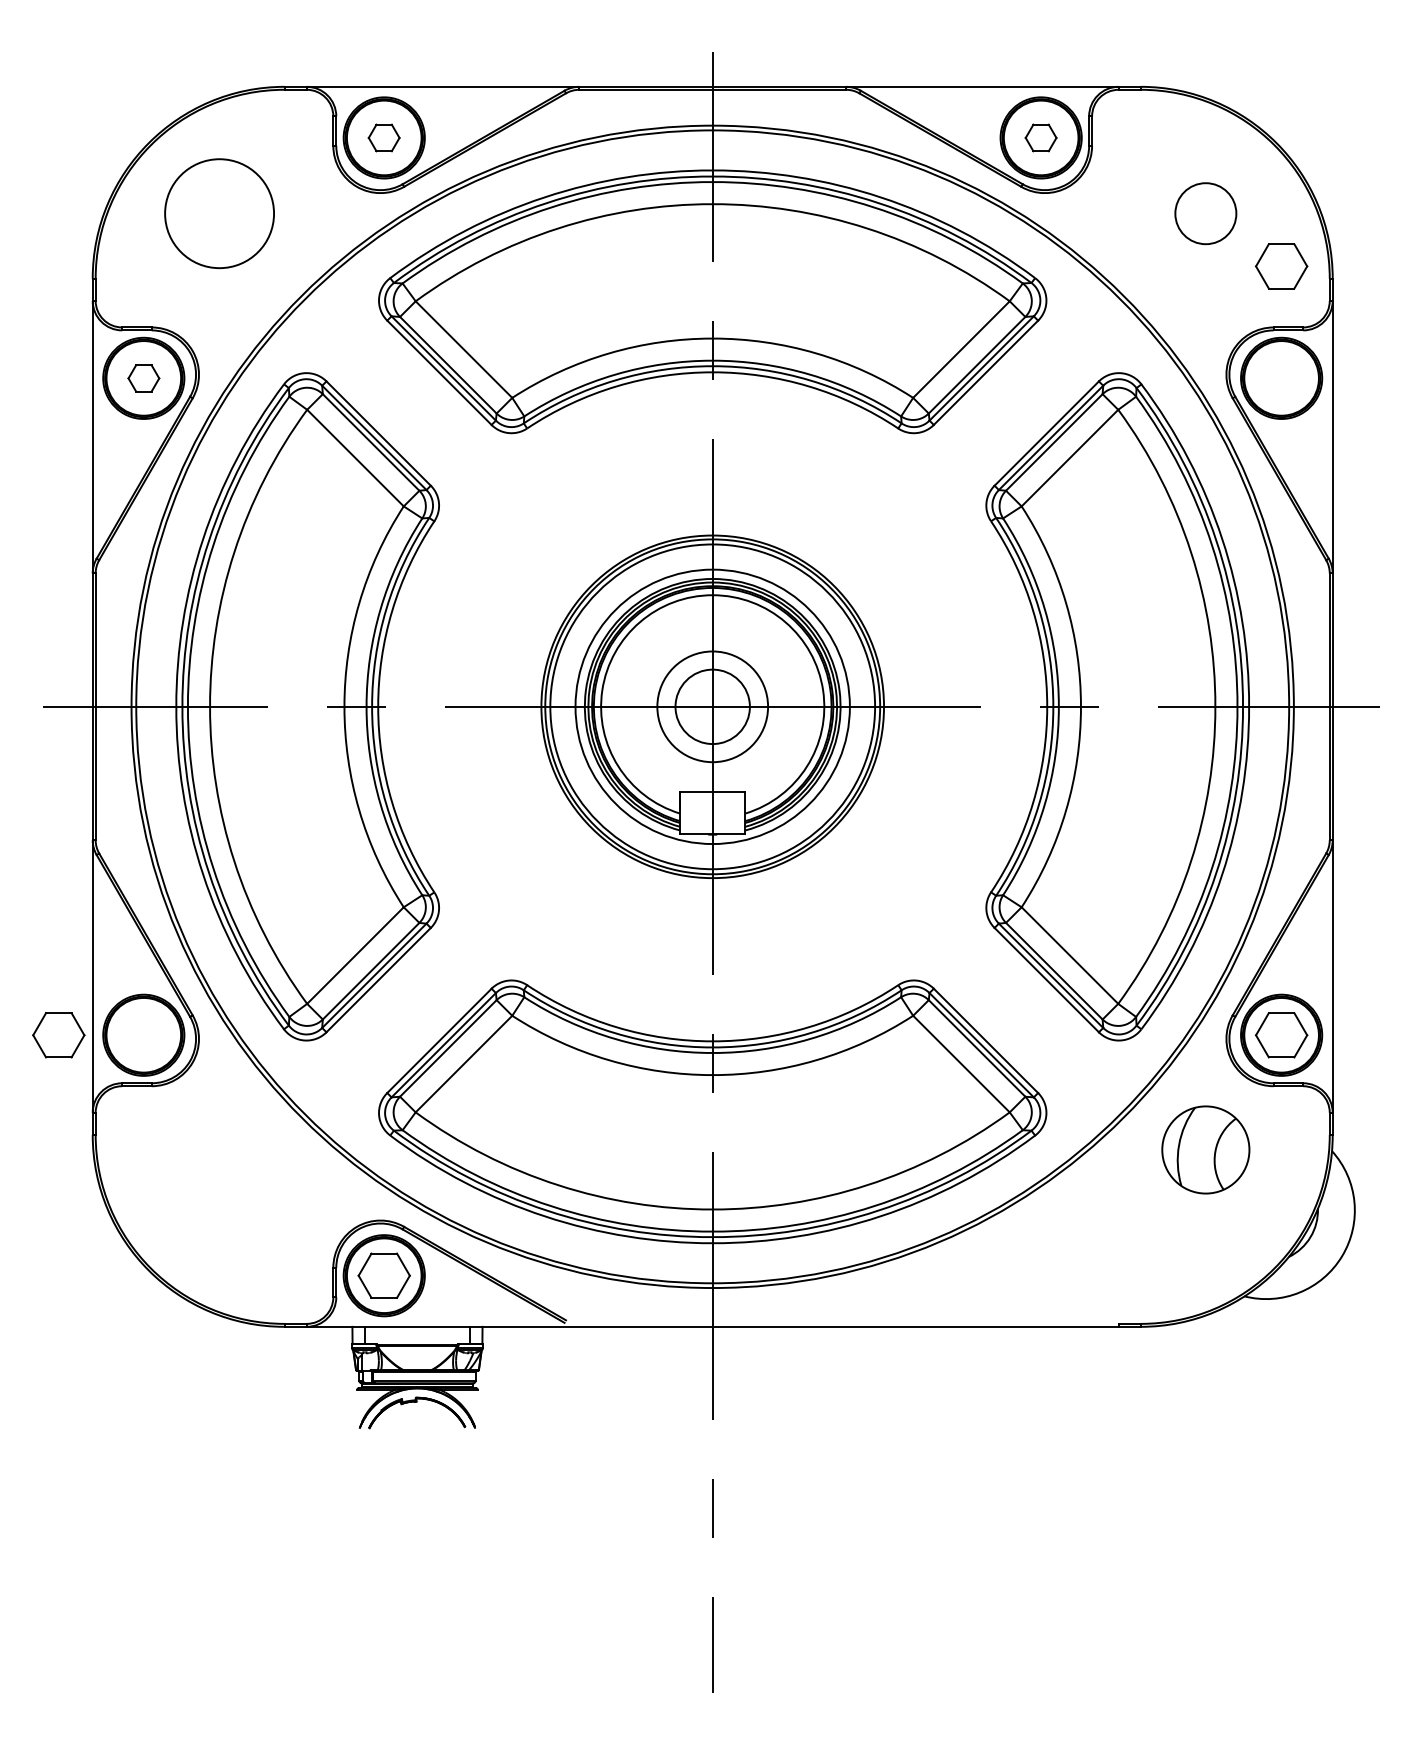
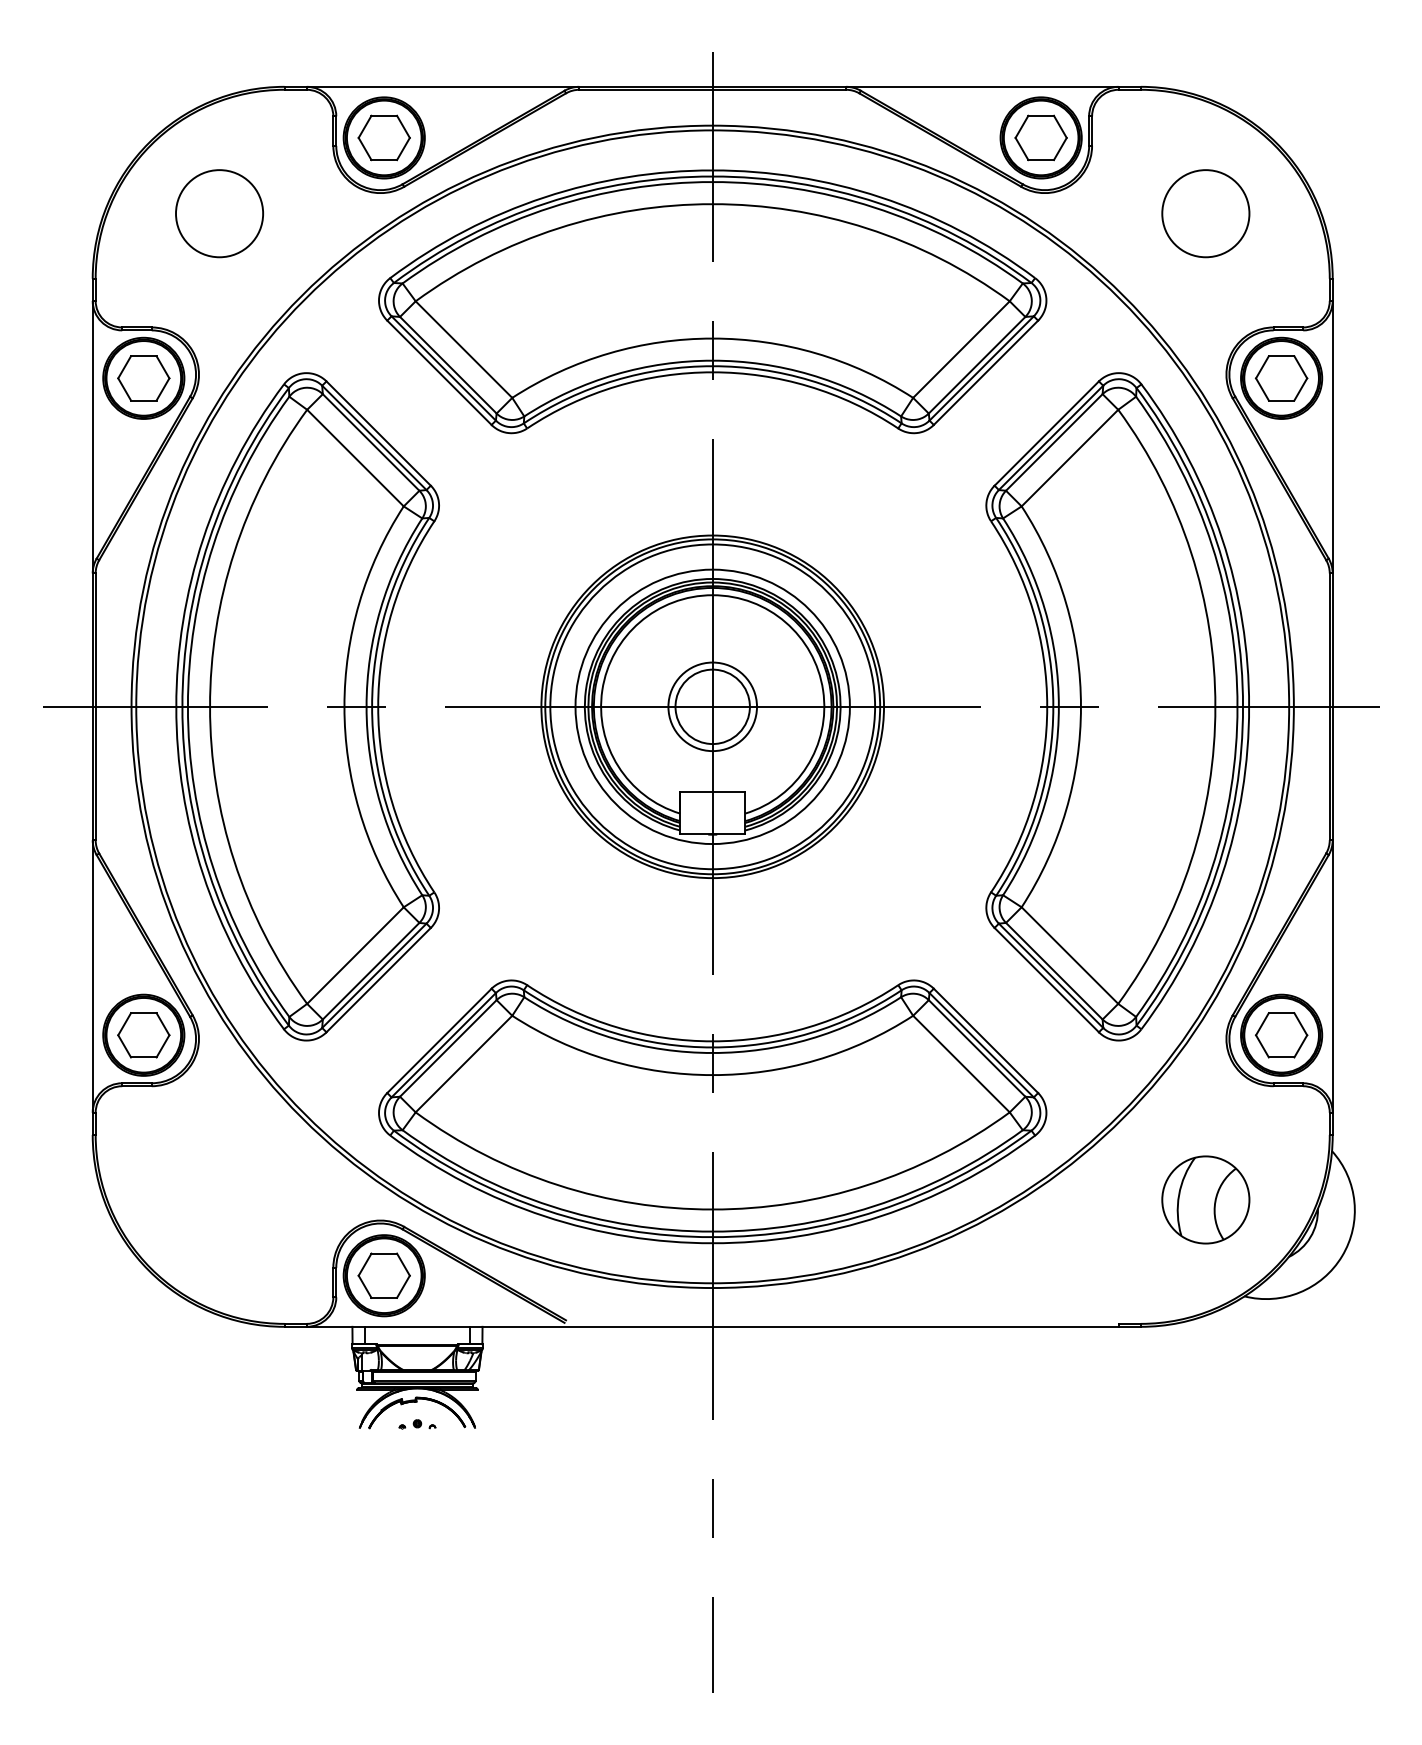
part at (383, 137) size: 34x30 px -> 54x48 px
part at (1040, 137) size: 34x30 px -> 54x48 px
circle at (219, 213) diameter: 109 px -> 87 px
circle at (1205, 213) diameter: 61 px -> 87 px
part at (1281, 266) position: (1281, 266) -> (1281, 378)
part at (143, 378) size: 34x29 px -> 54x47 px
circle at (712, 706) diameter: 111 px -> 89 px
part at (58, 1035) position: (58, 1035) -> (143, 1035)
part at (1205, 1149) position: (1205, 1149) -> (1205, 1199)
part at (417, 1424): none -> present
